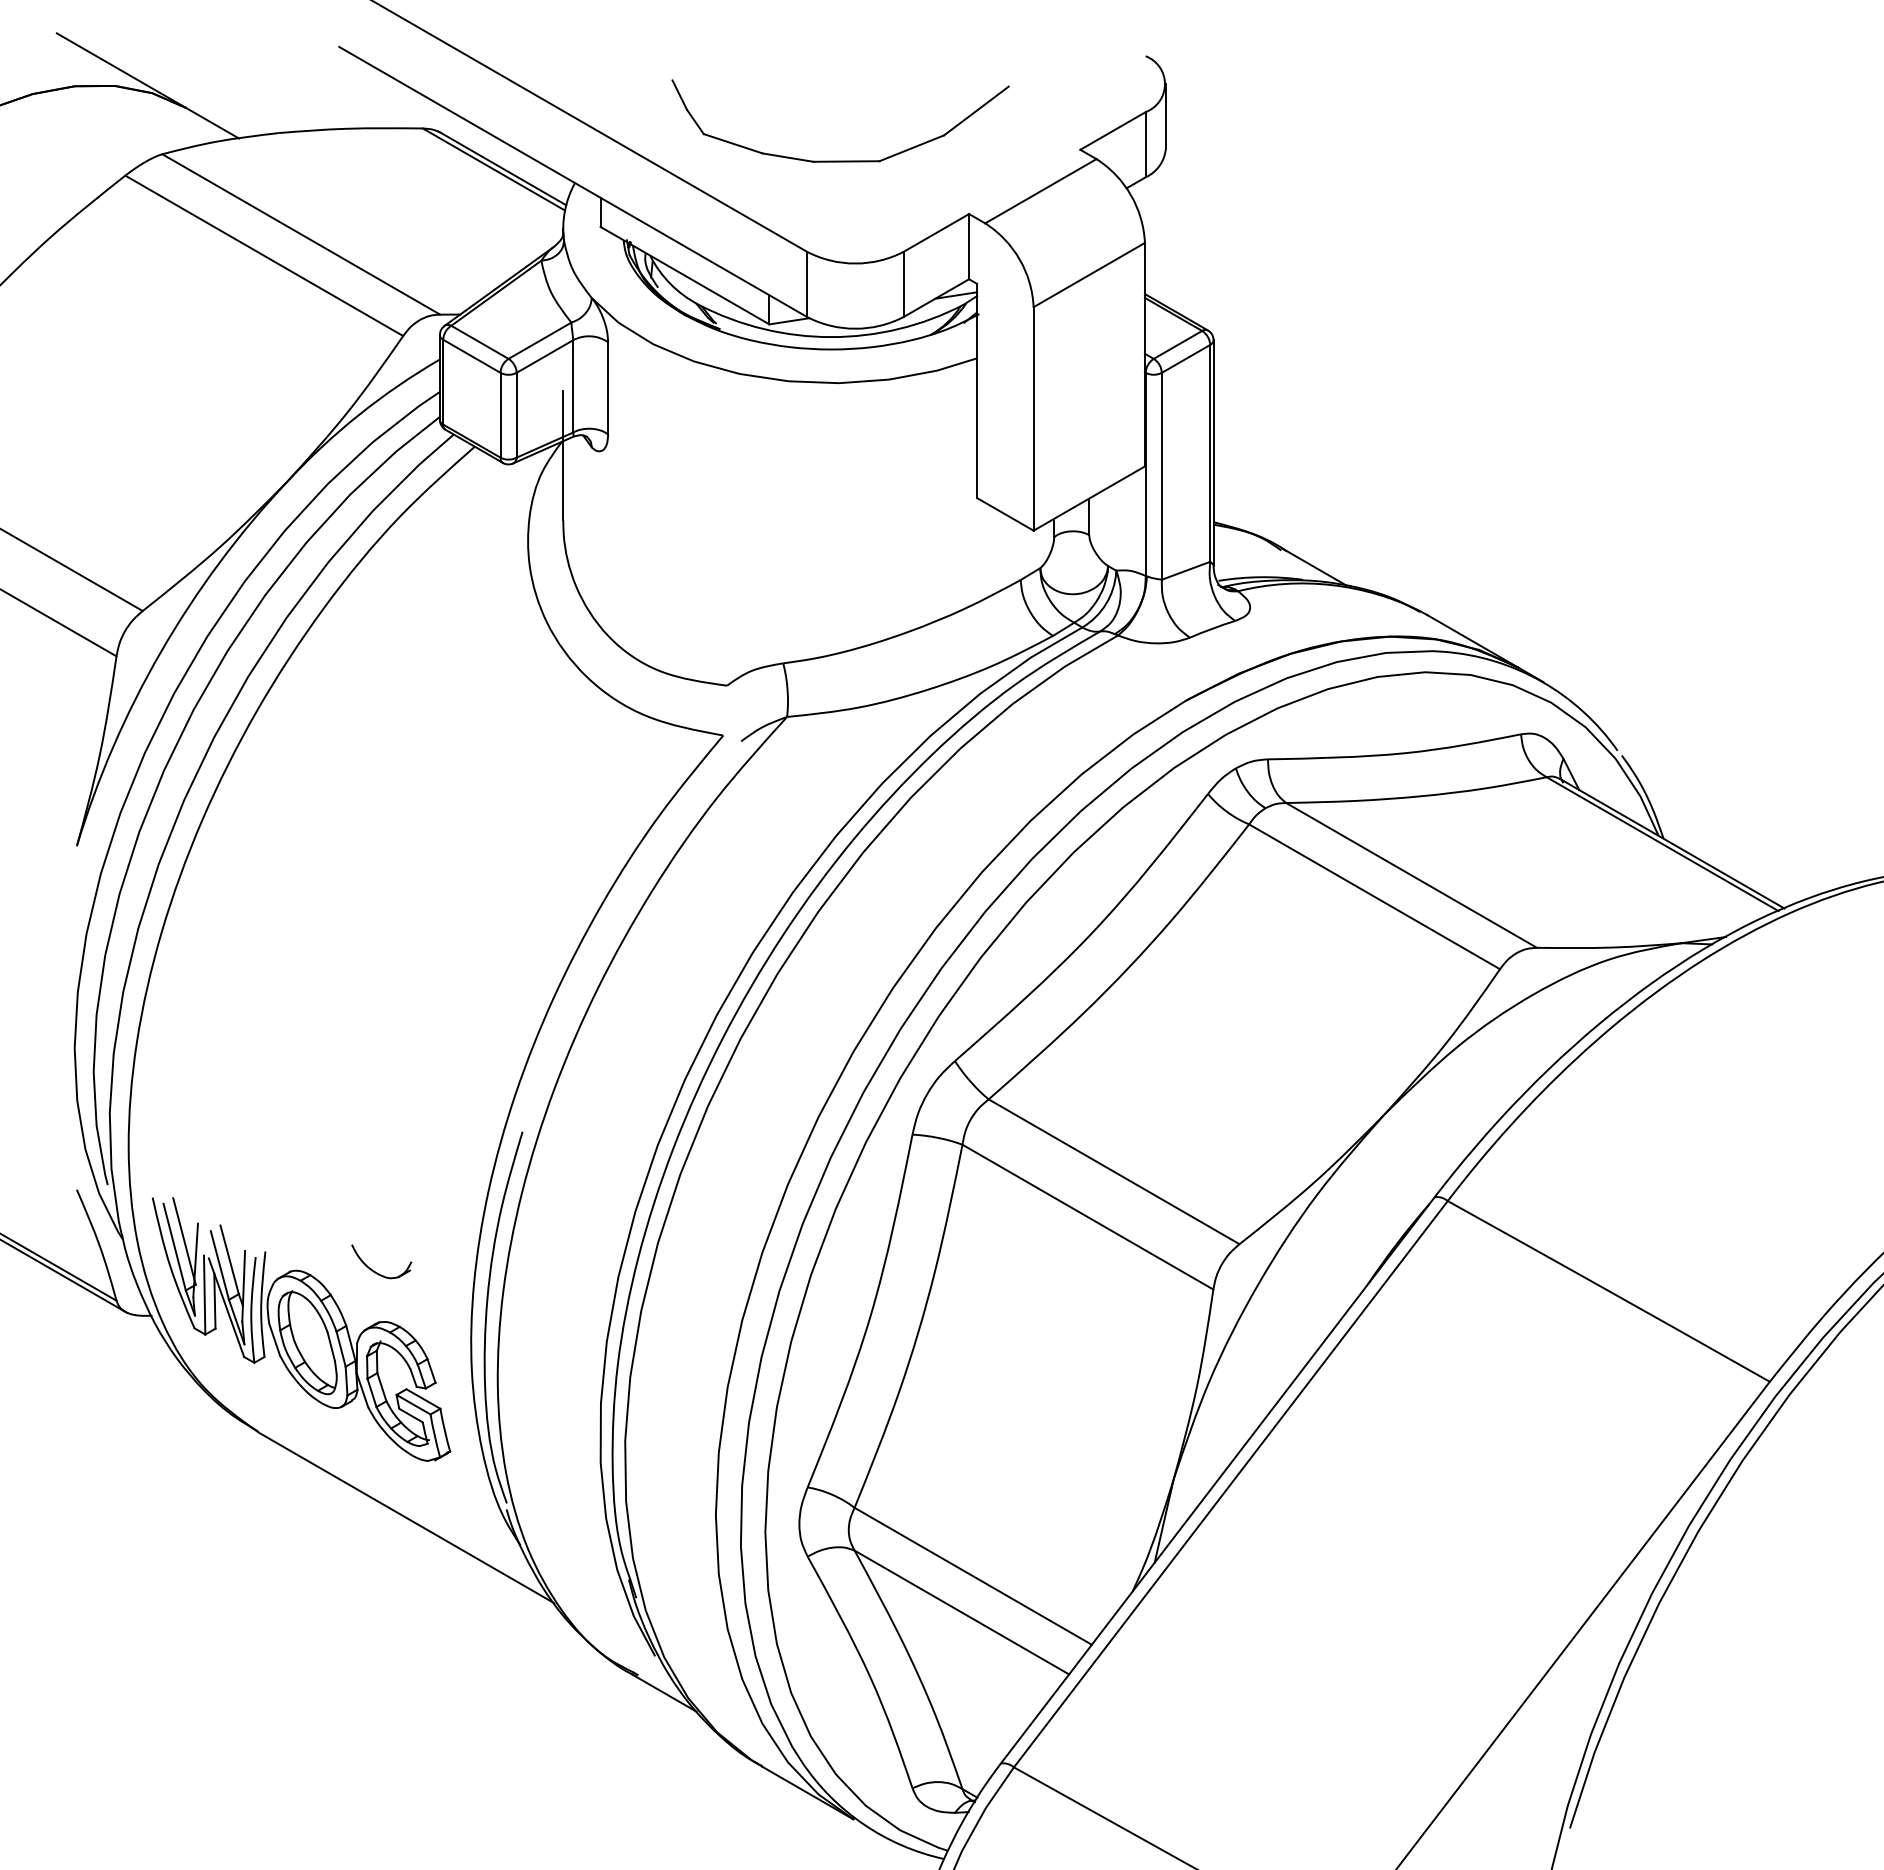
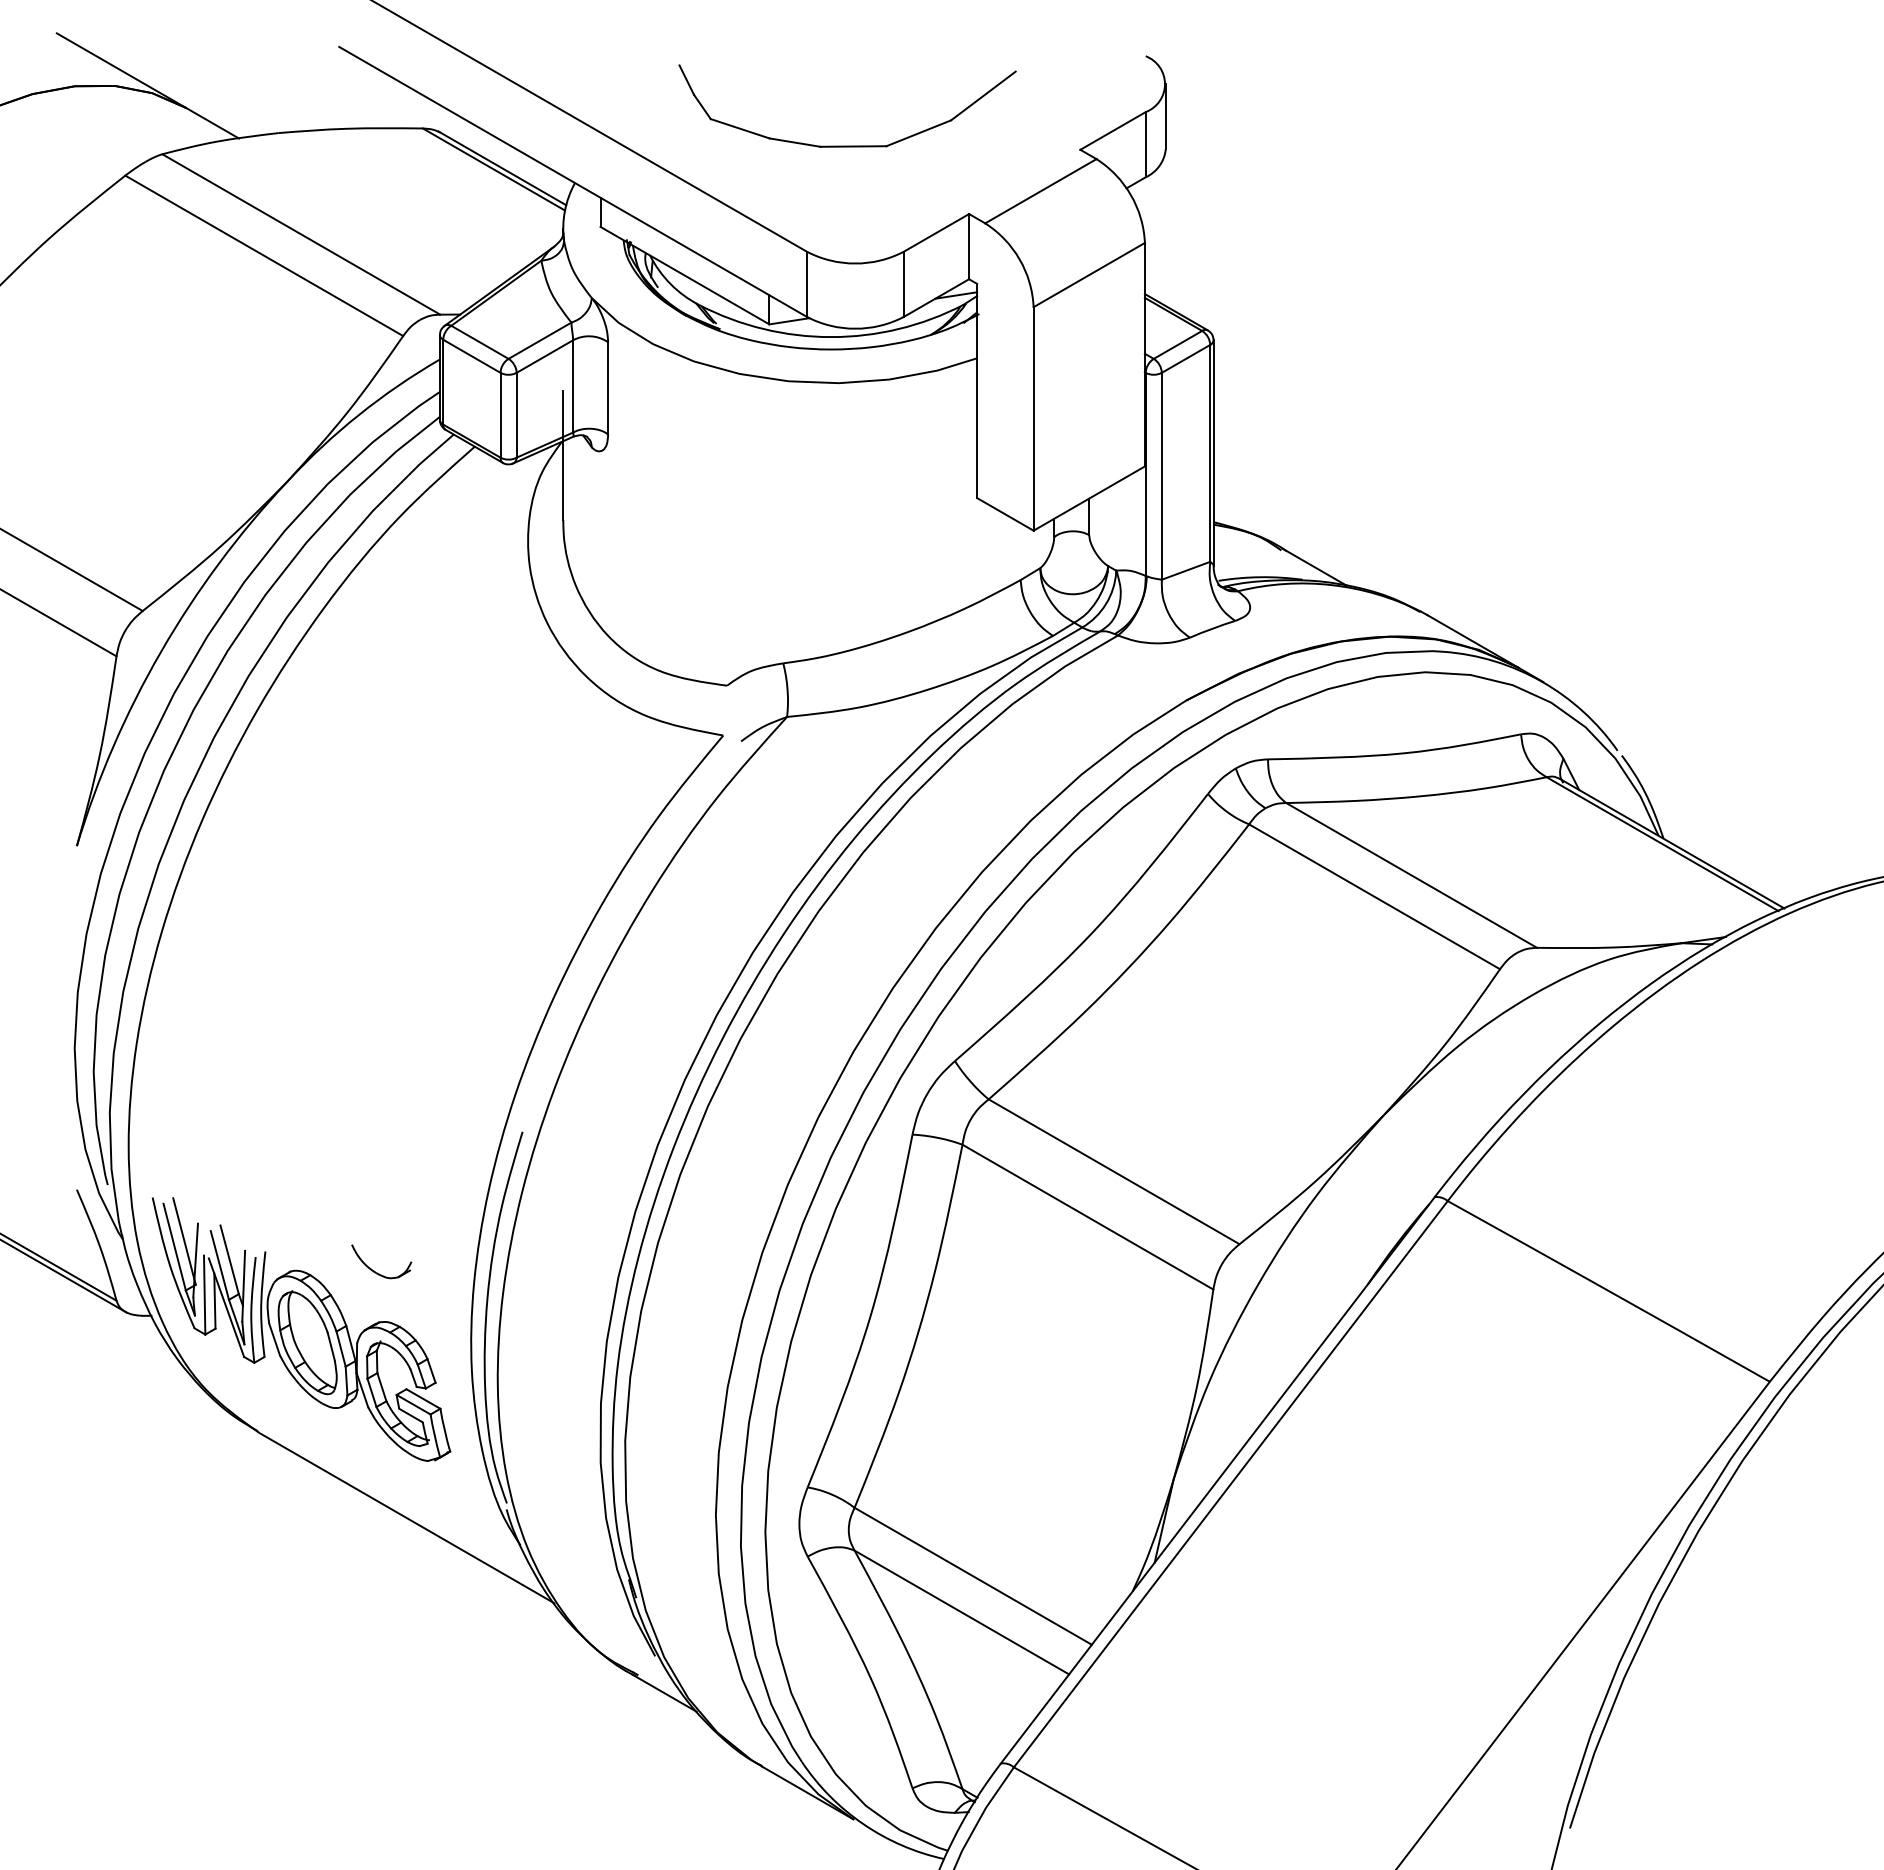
part at (840, 160) position: (840, 160) -> (847, 145)
